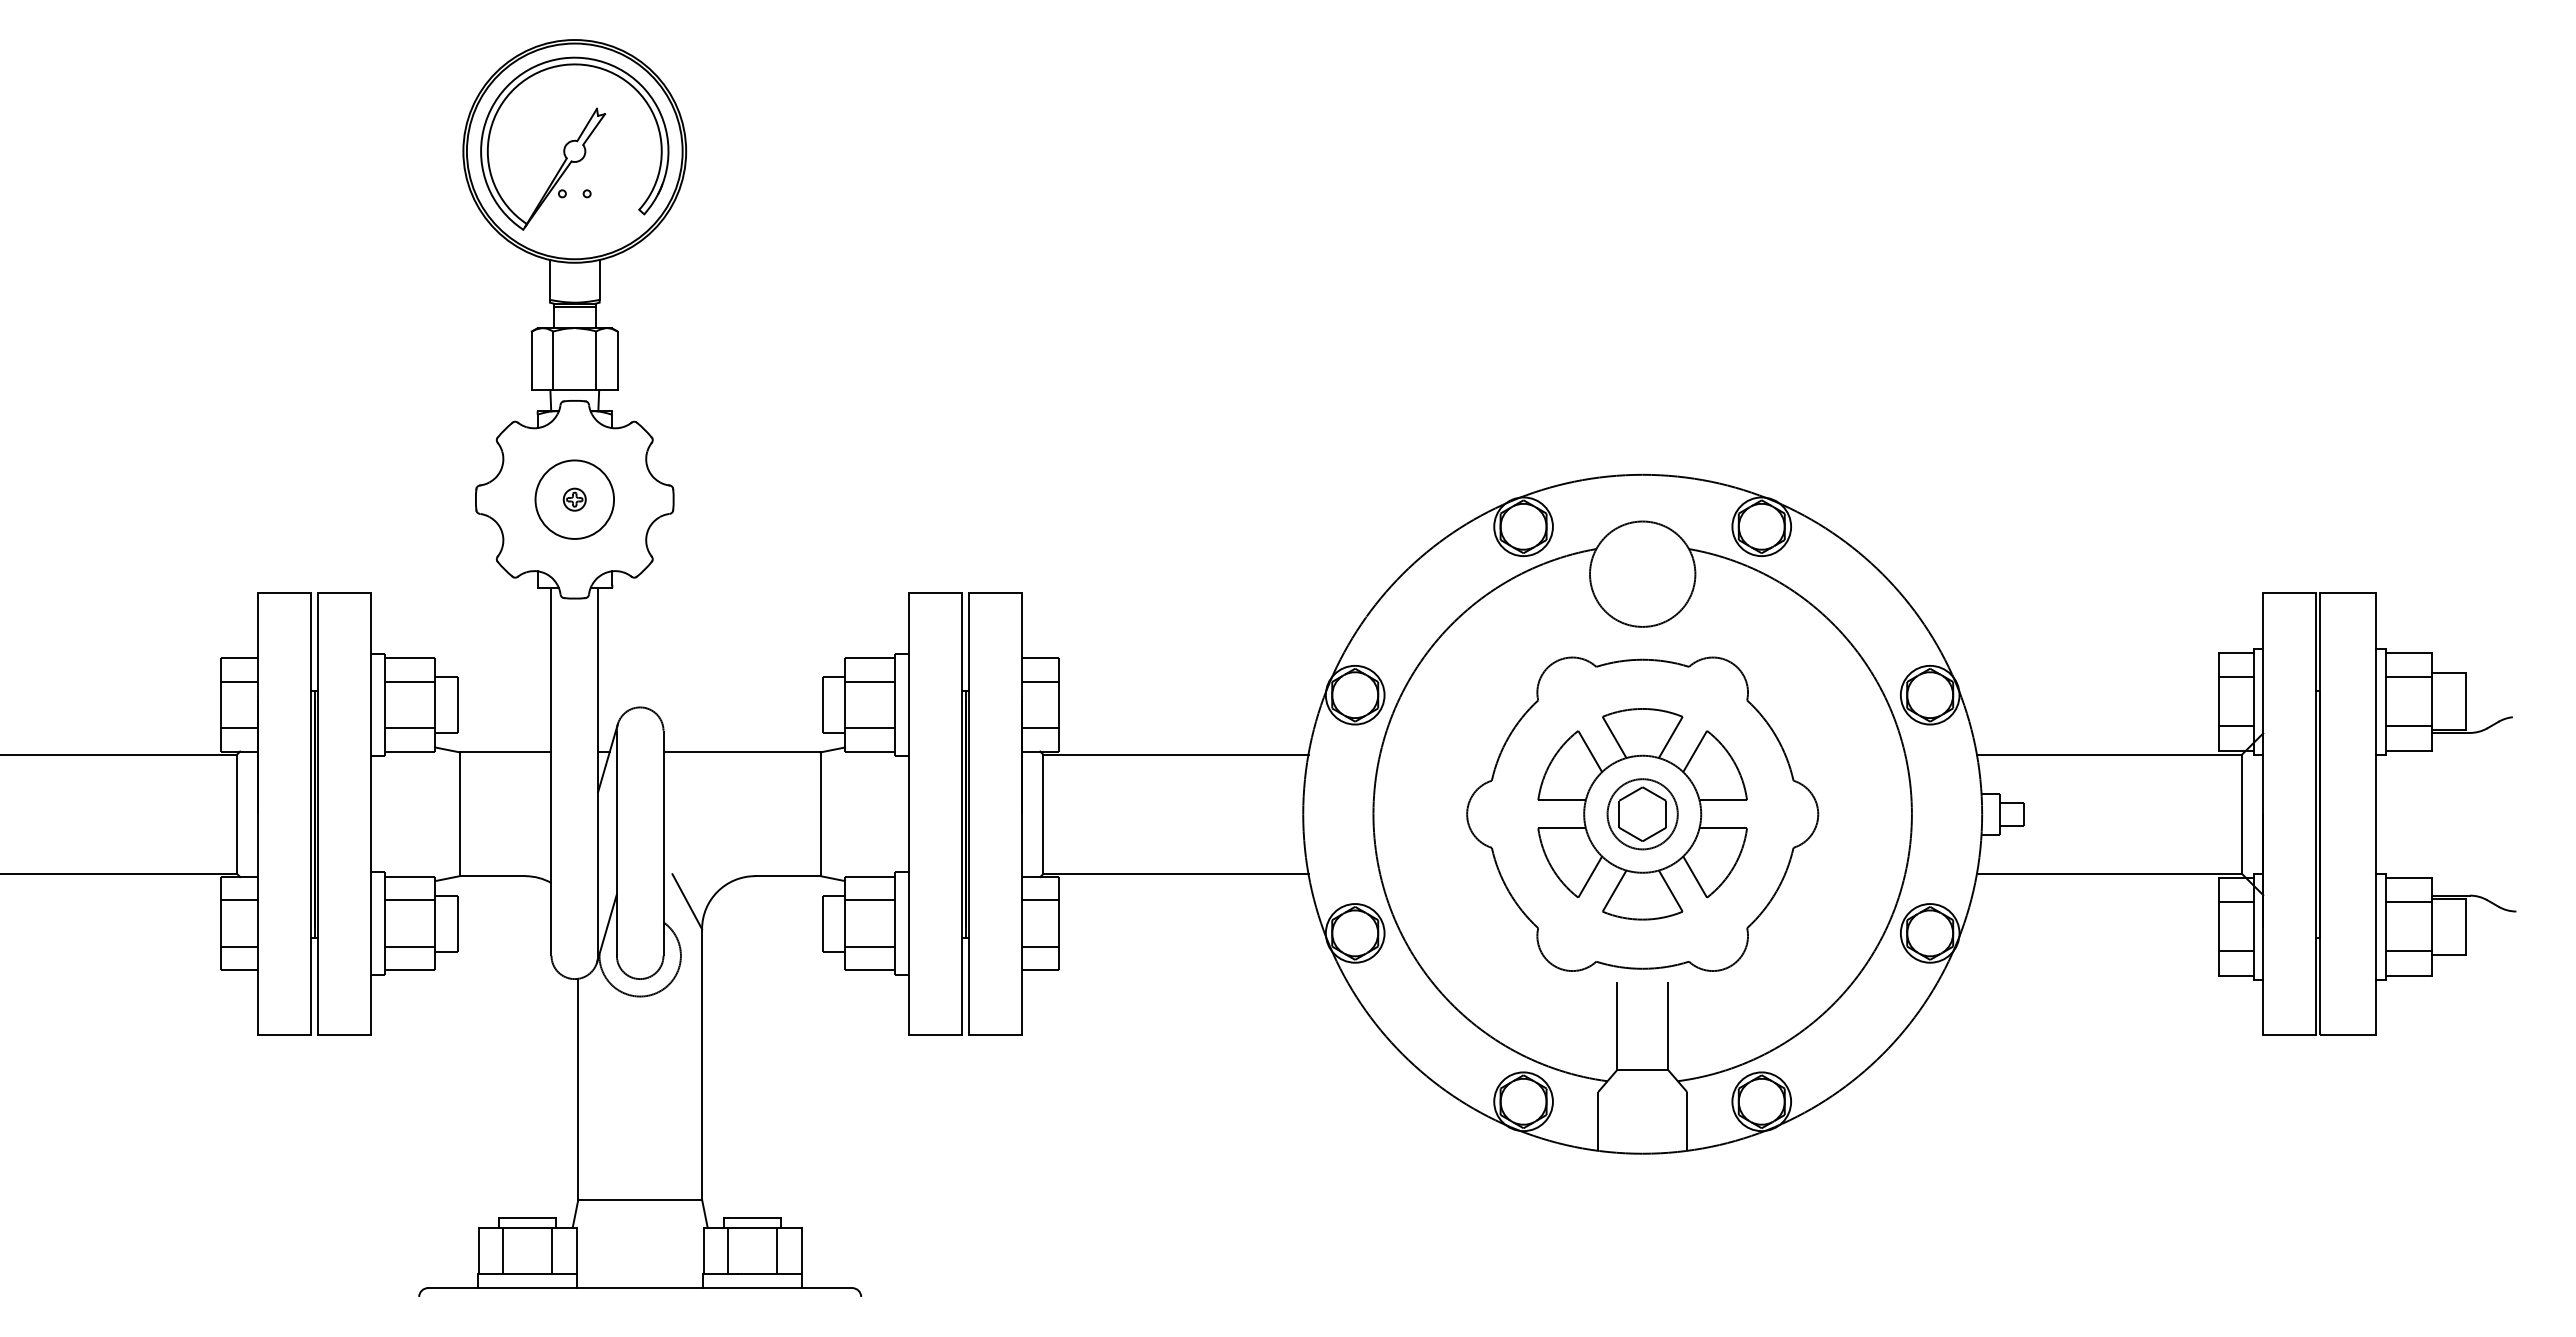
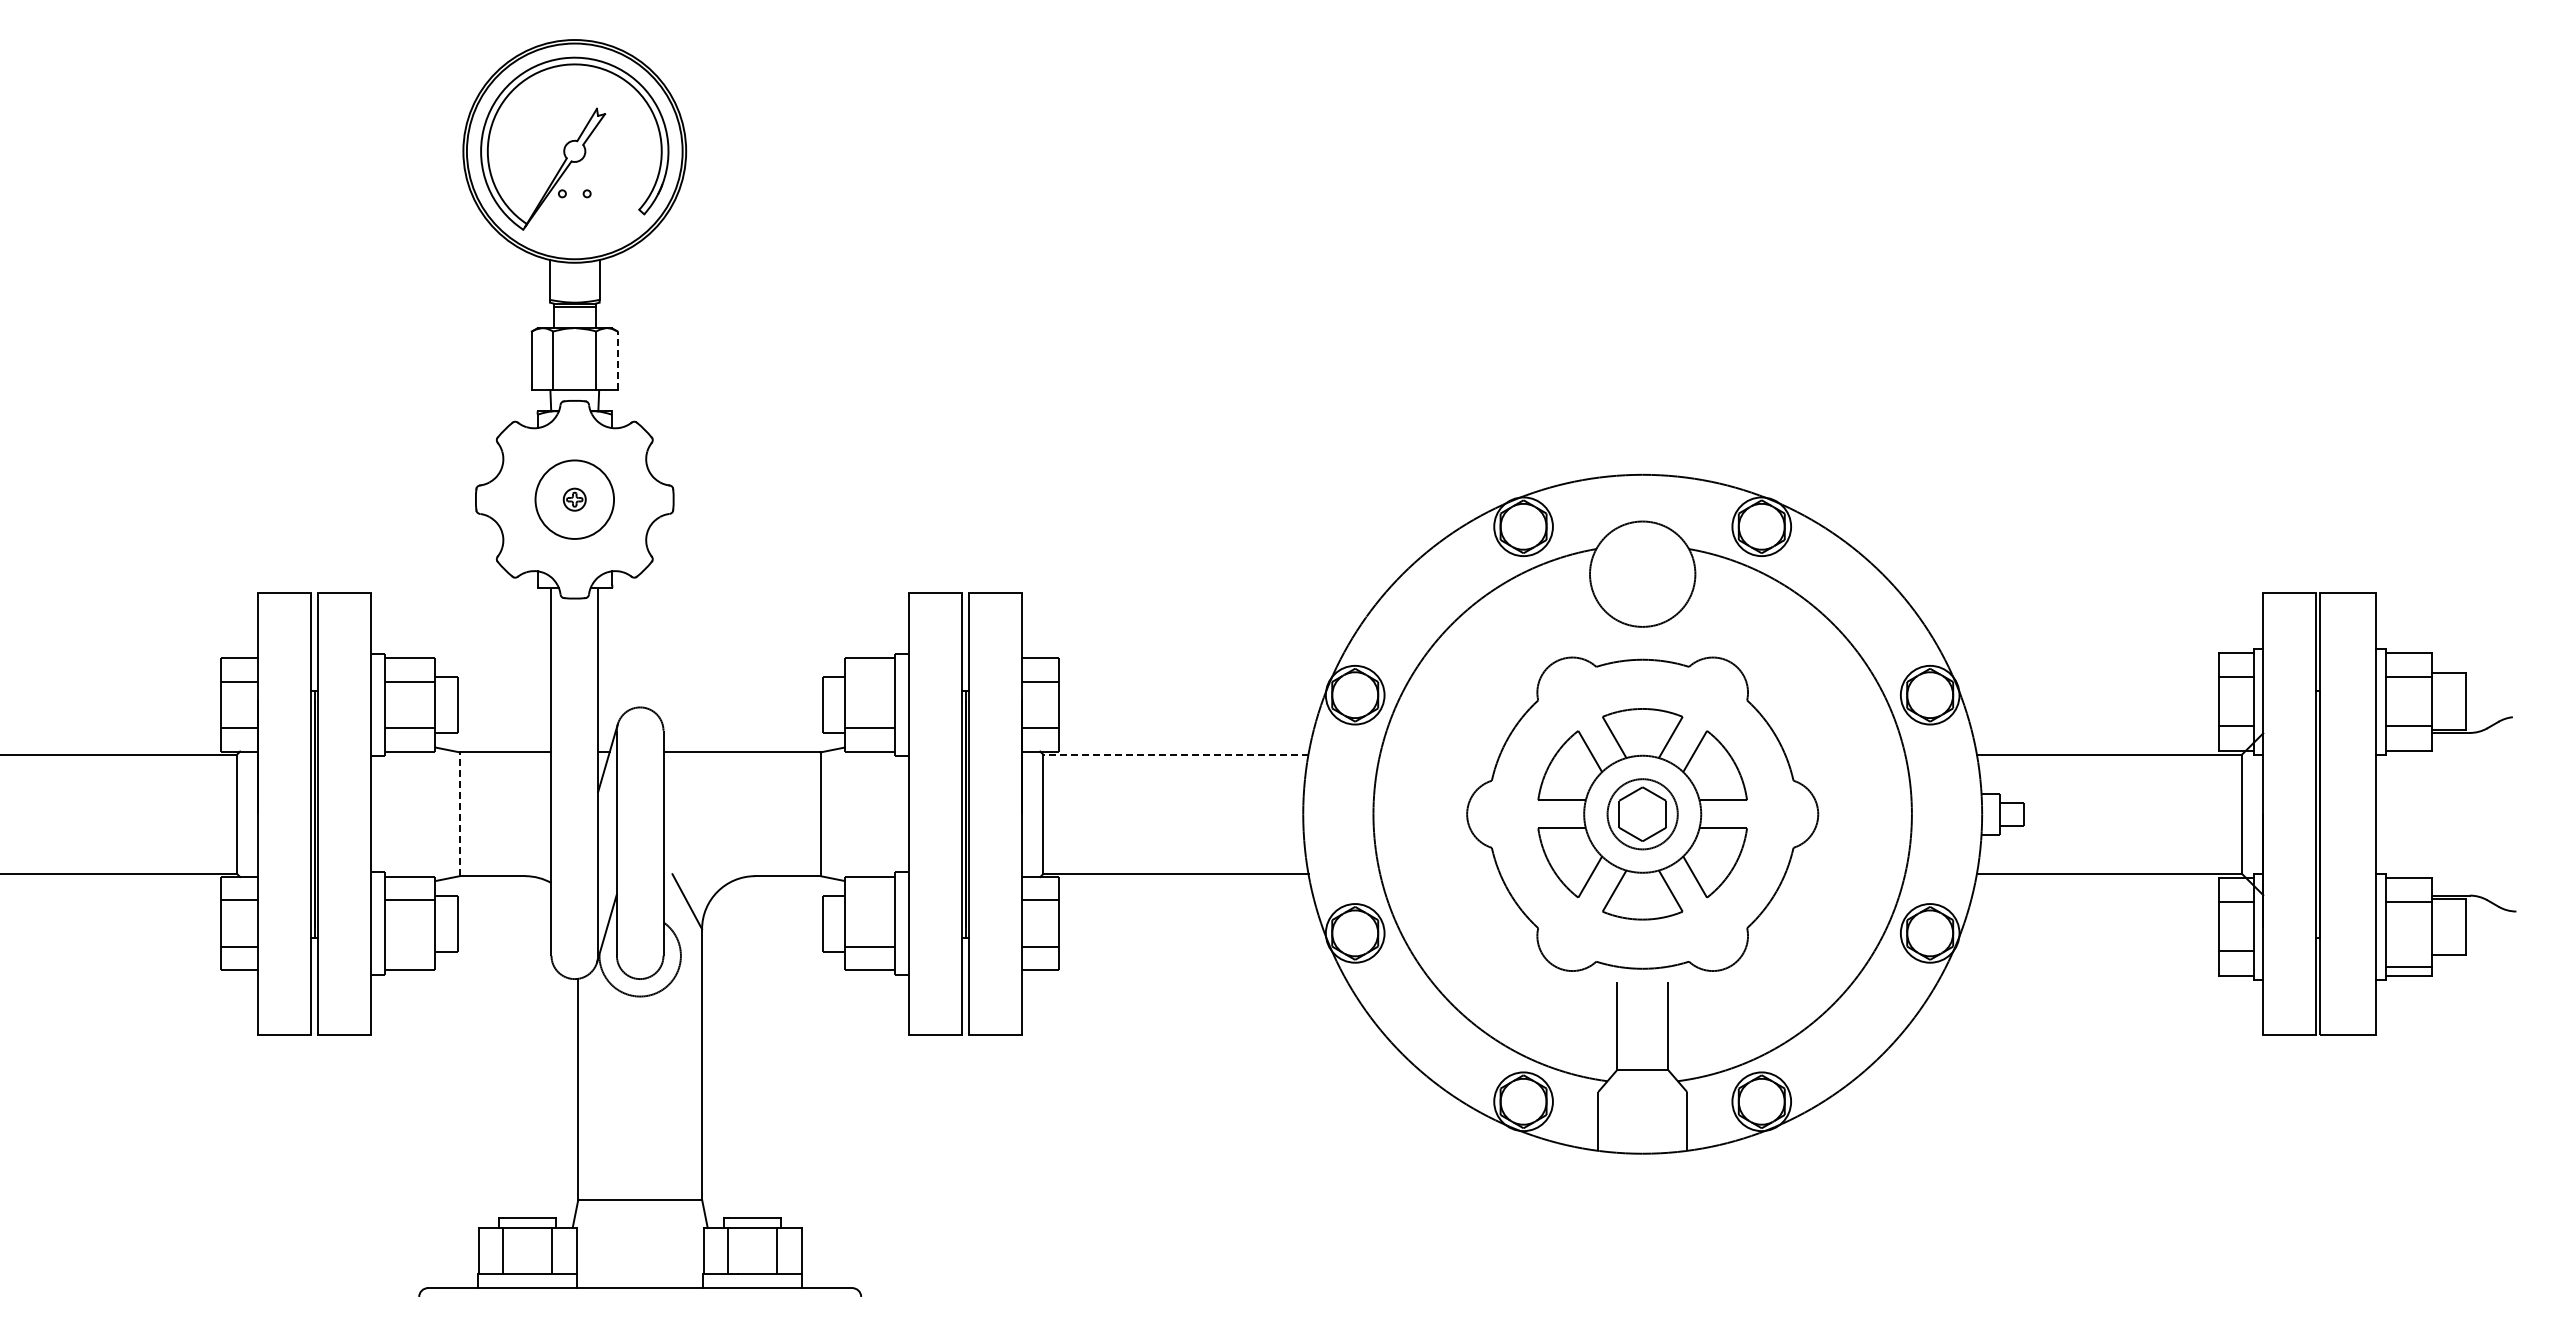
line at (617, 360): solid -> dashed
line at (869, 681): present -> none
line at (1175, 754): solid -> dashed
line at (459, 814): solid -> dashed
line at (869, 900): present -> none
line at (410, 946): present -> none
line at (2408, 951) position: (2408, 951) -> (2408, 967)
